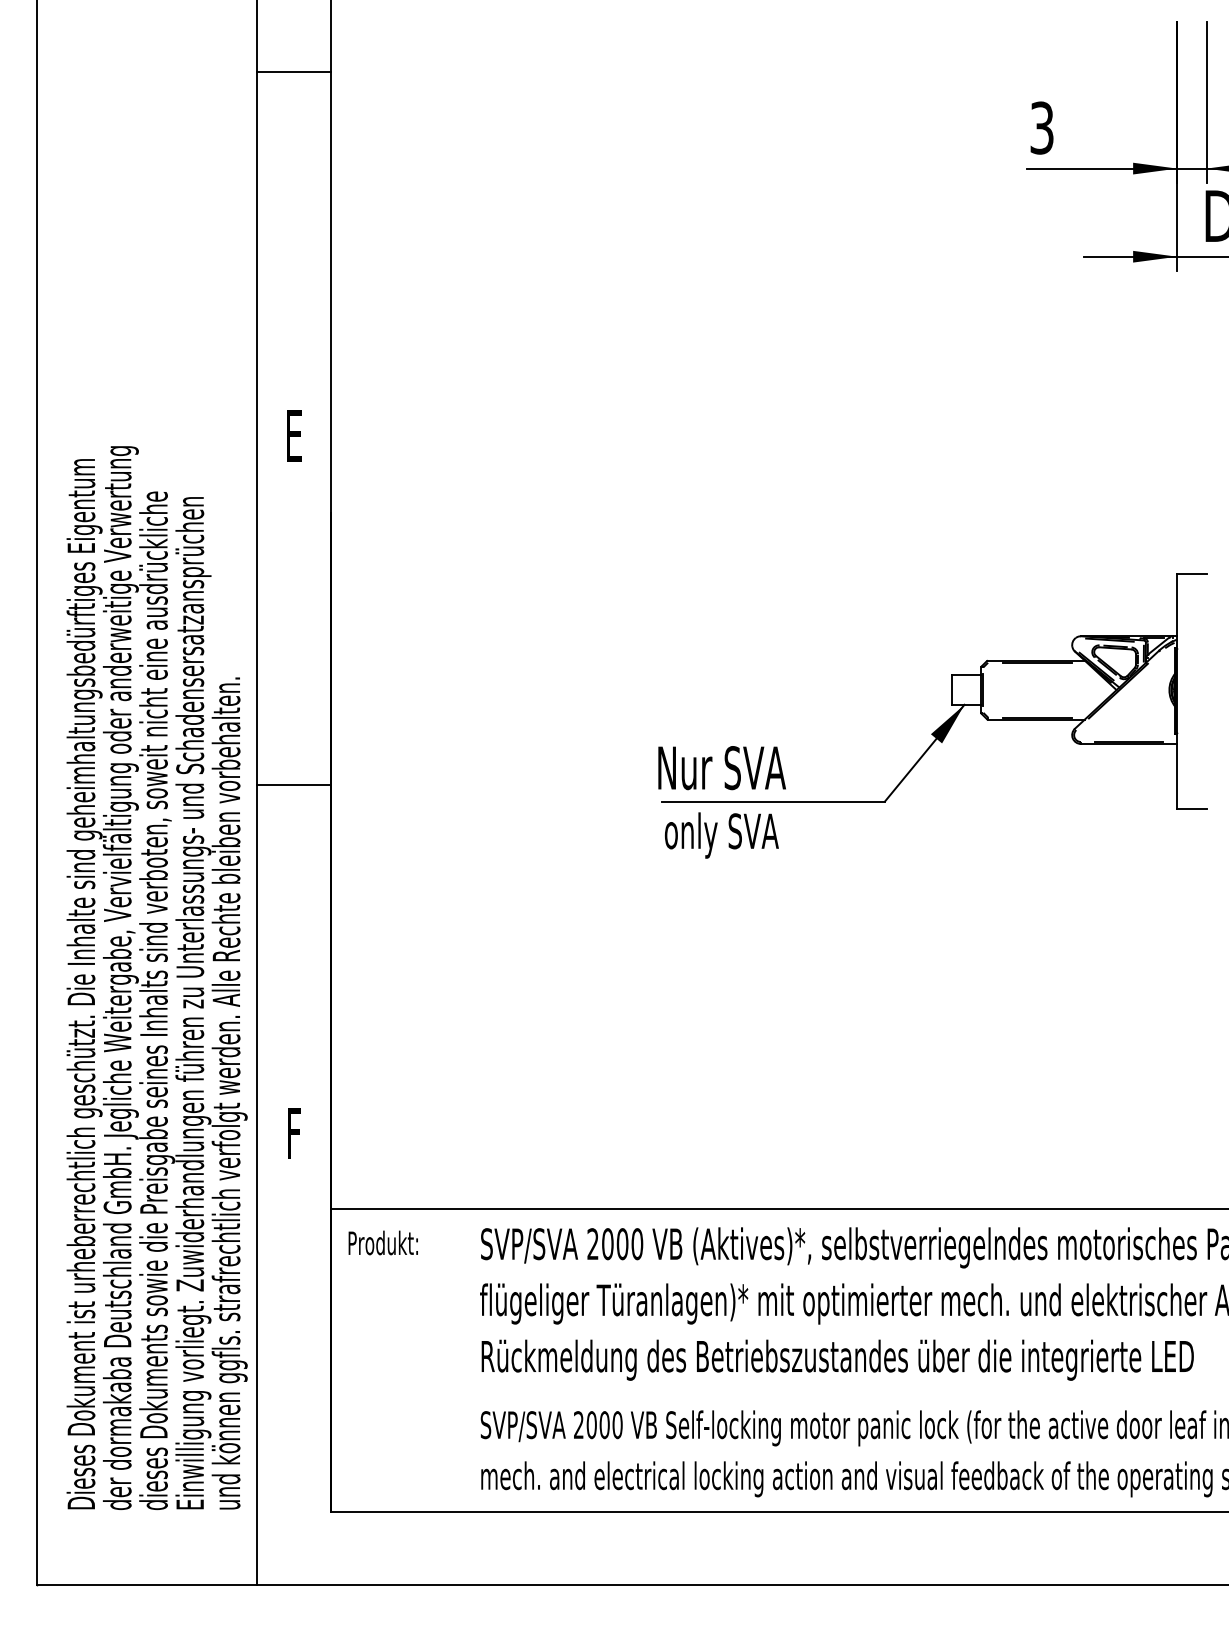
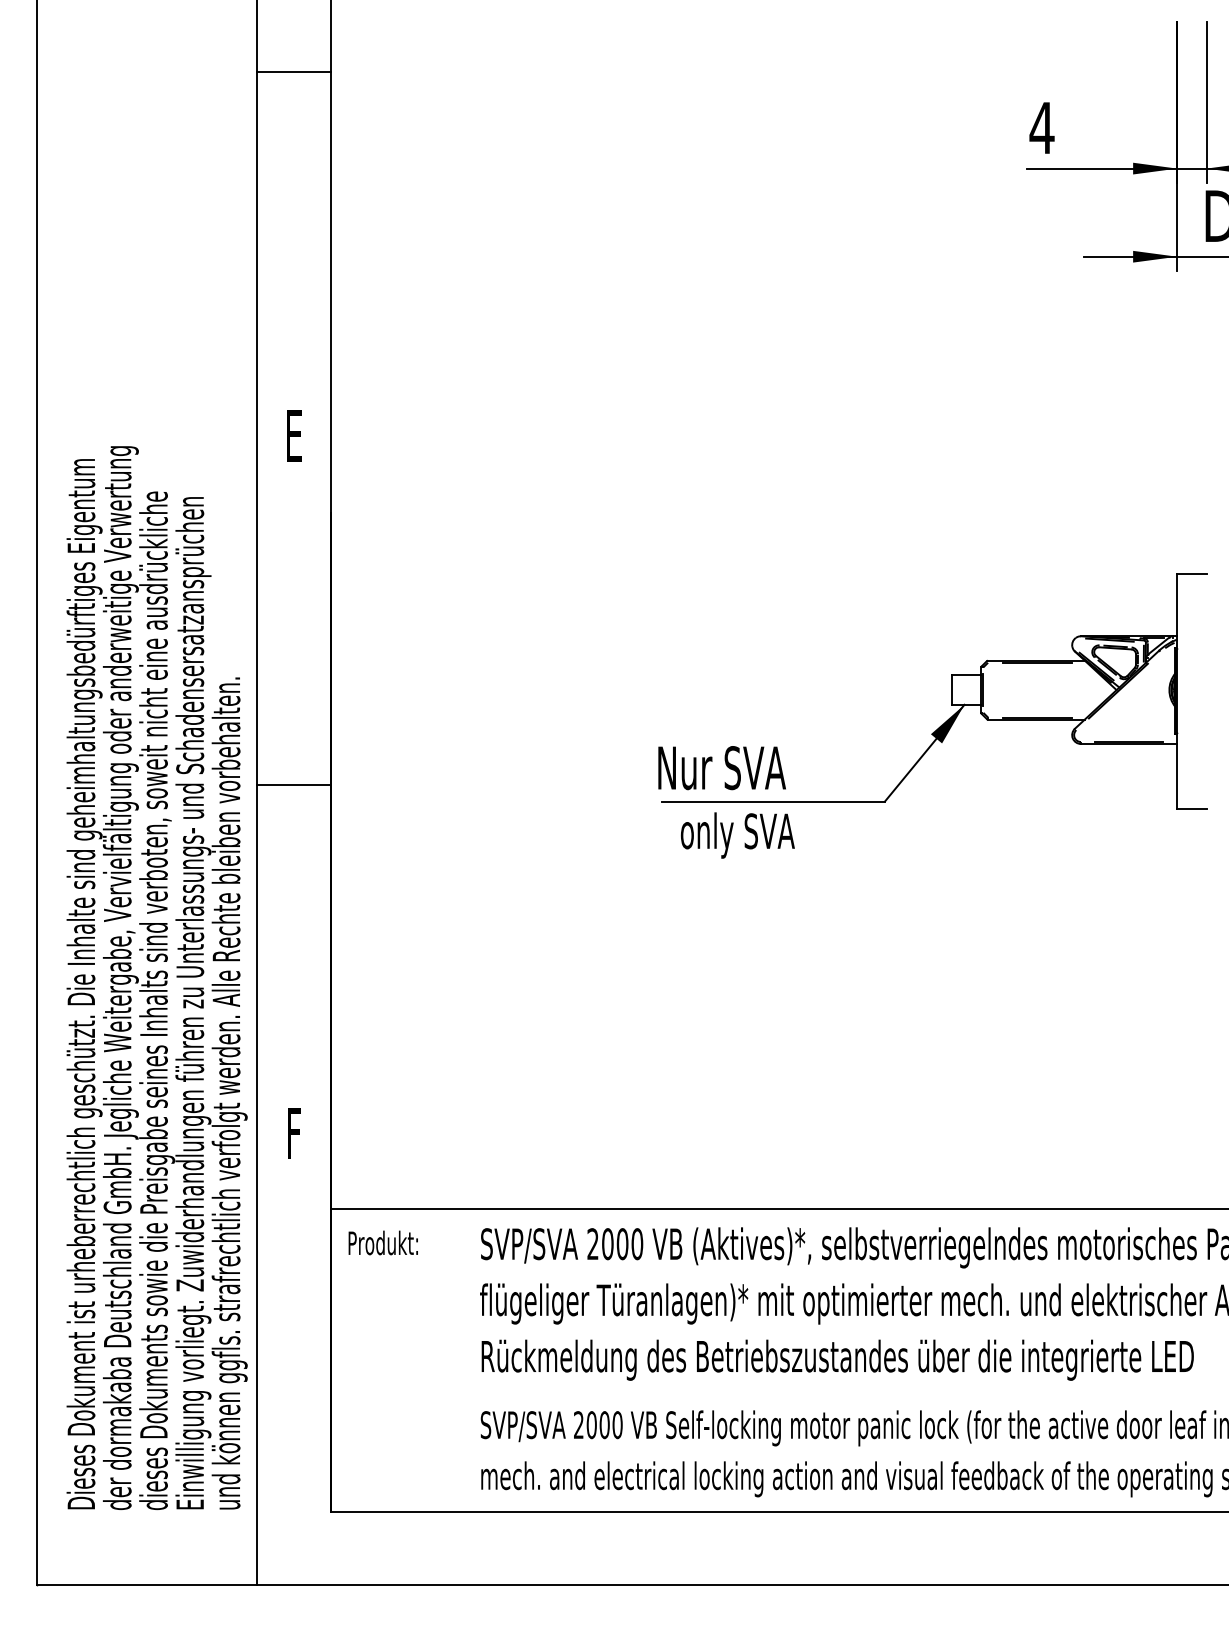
text at (1041, 127): 3 -> 4
text at (721, 835) position: (721, 835) -> (737, 835)
